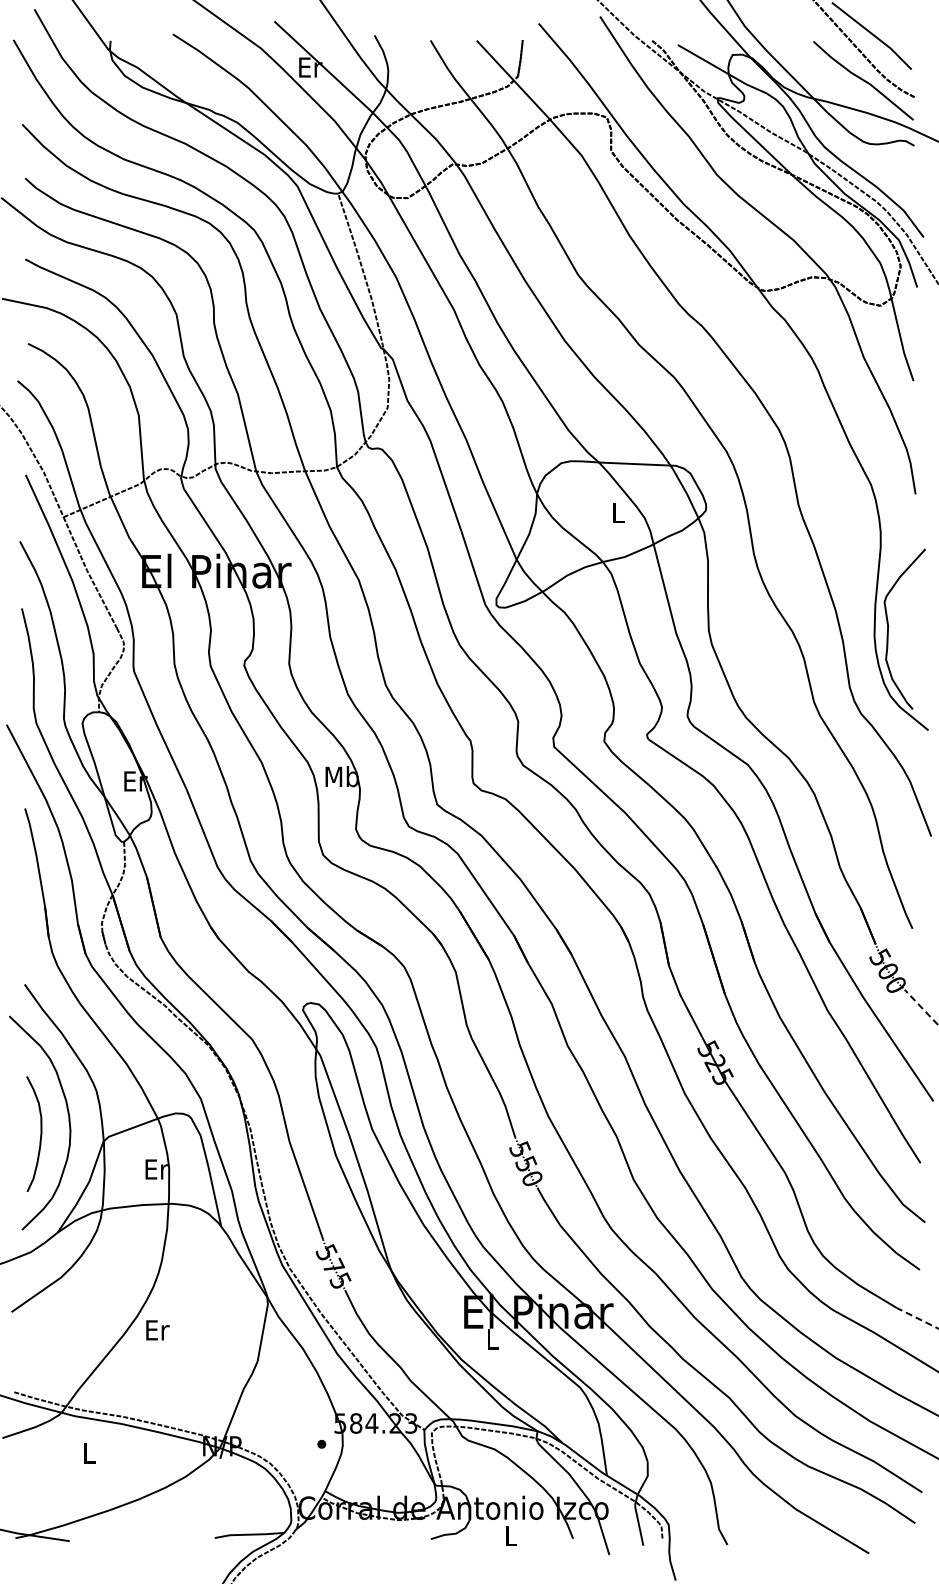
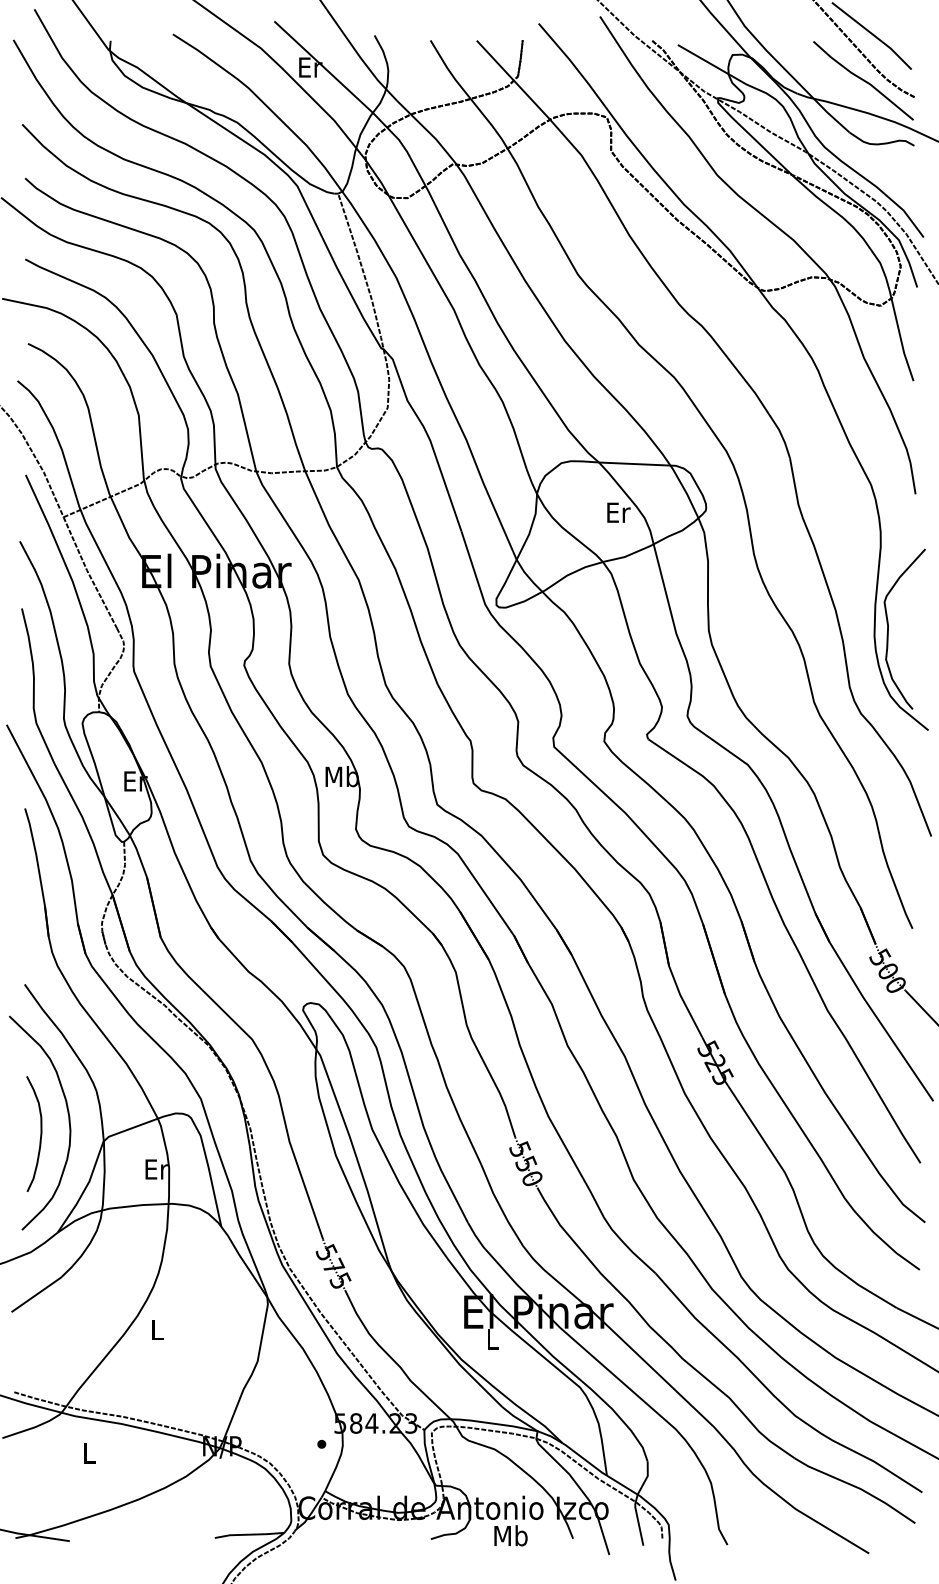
text at (618, 512): L -> Er
line at (922, 1008): dashed -> solid
line at (917, 1318): dashed -> solid
text at (157, 1330): Er -> L
text at (510, 1535): L -> Mb
